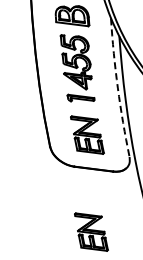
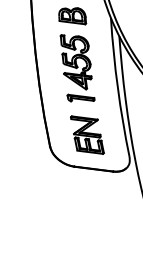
part at (72, 16) size: 37x23 px -> 30x19 px
arc at (117, 88): dashed -> solid
part at (91, 231): present -> none
